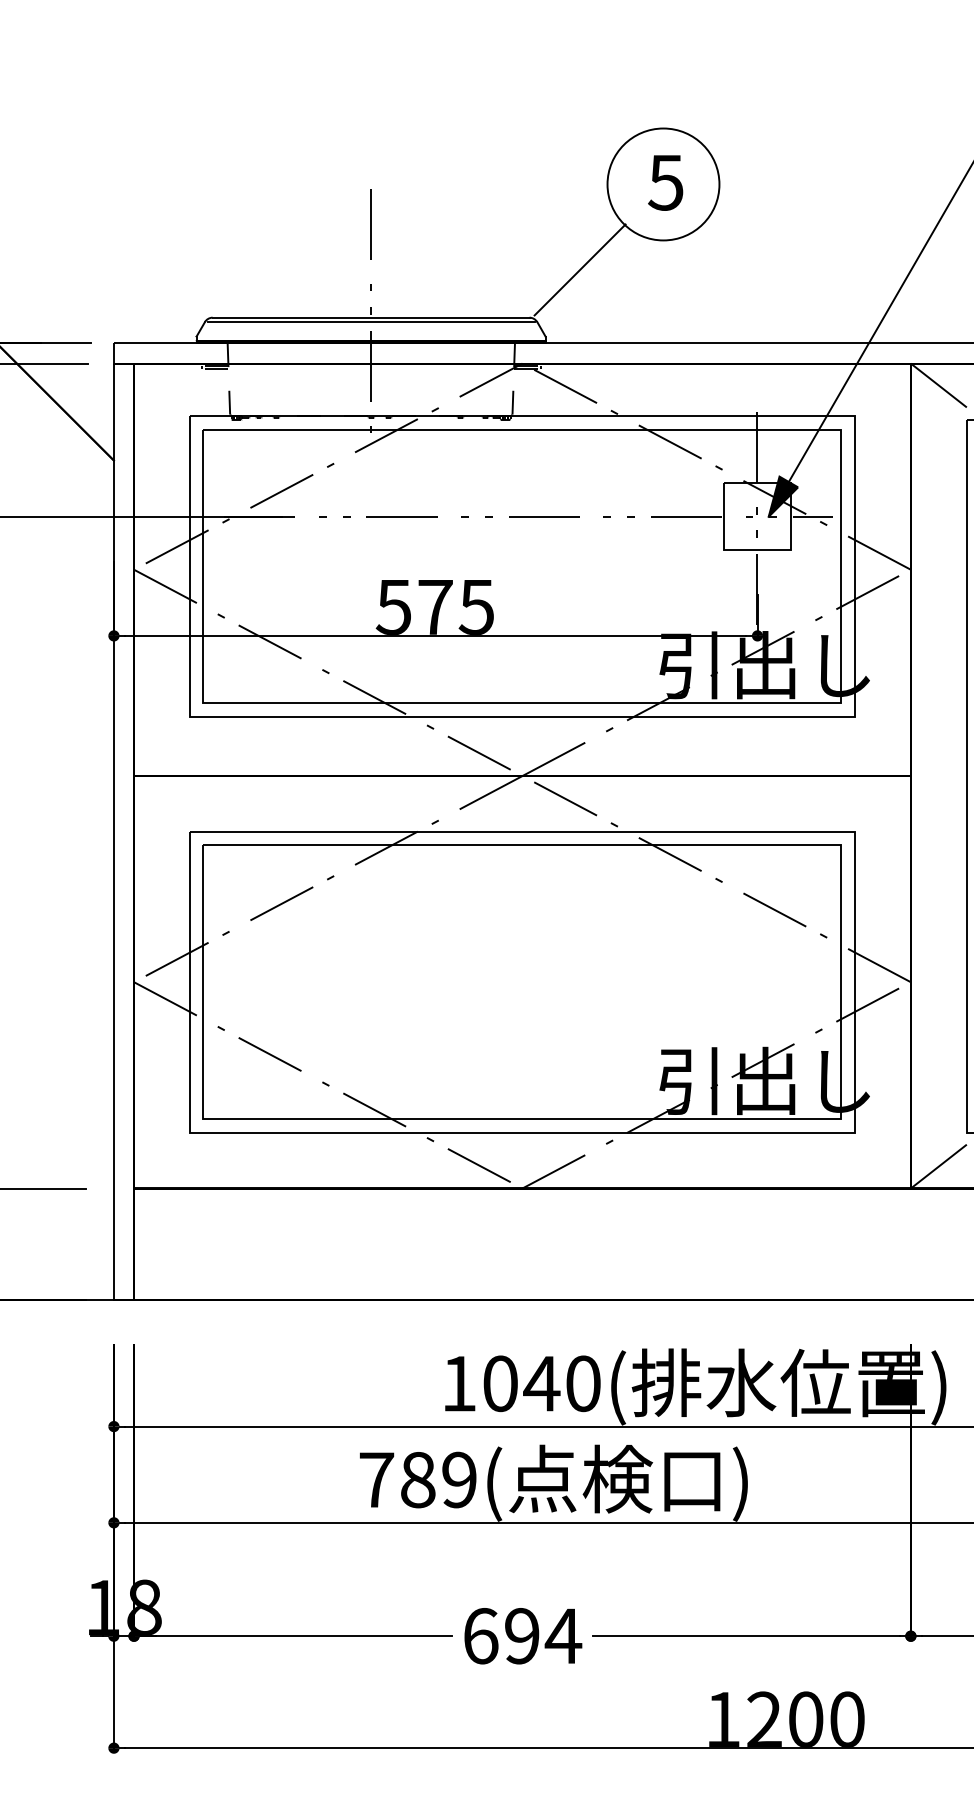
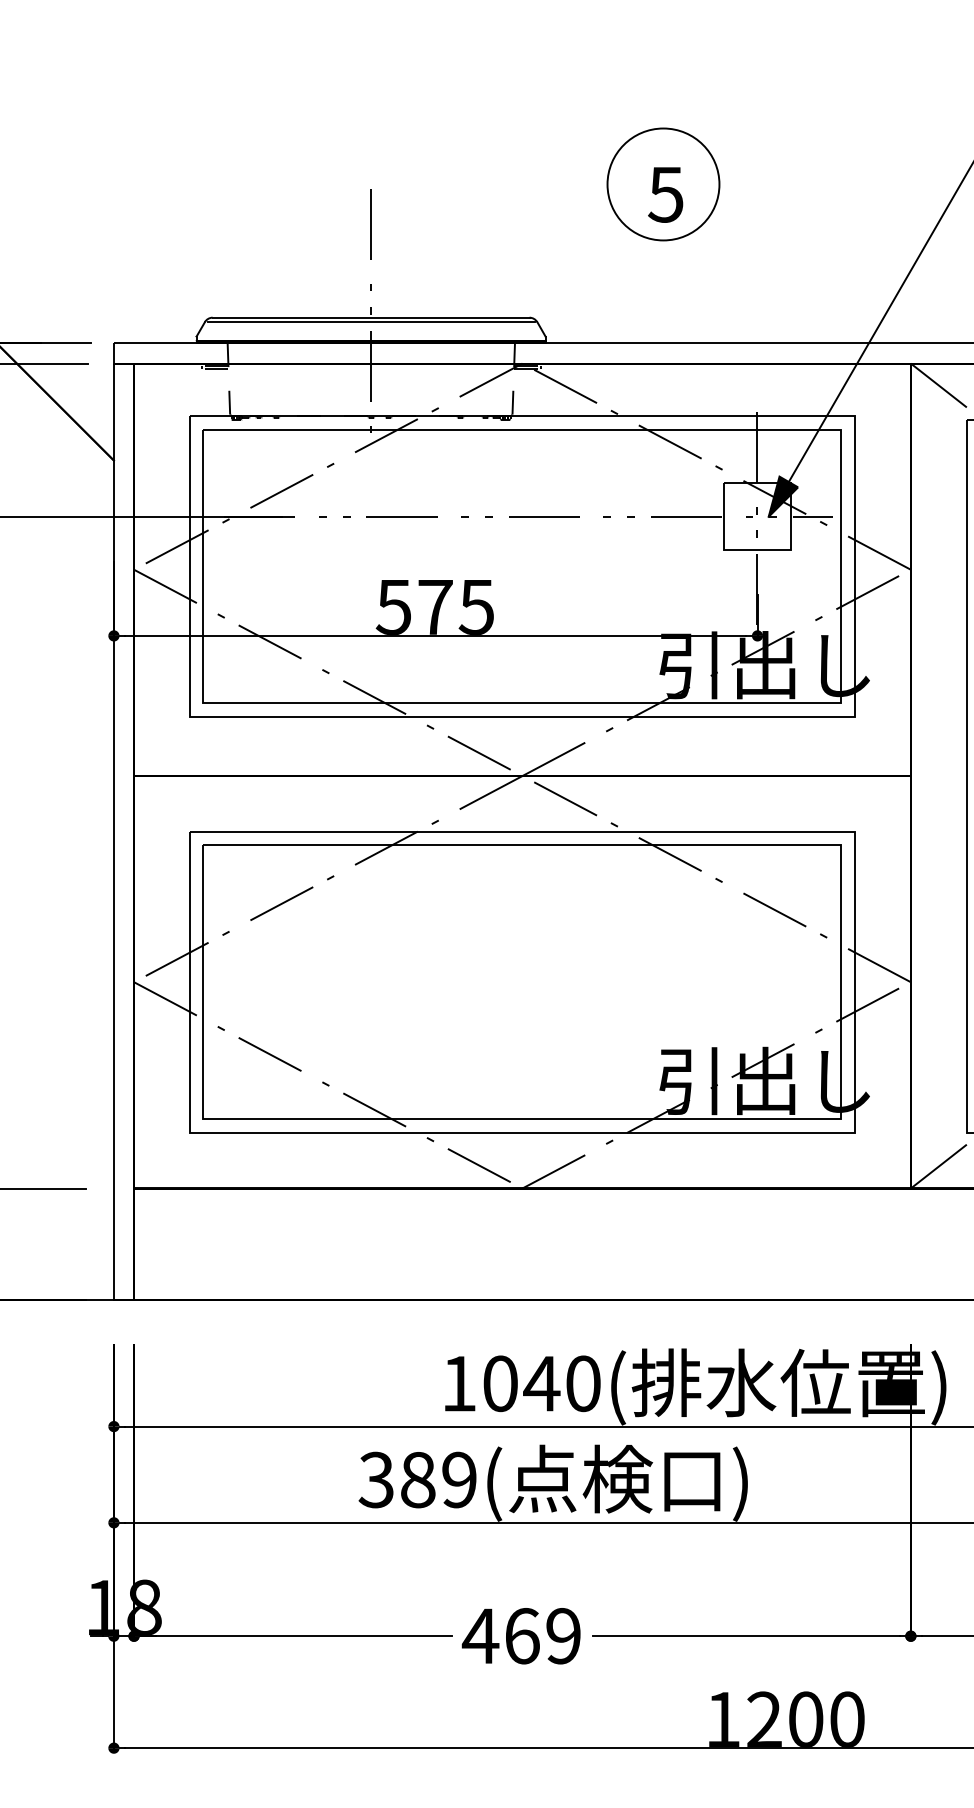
text at (665, 182) position: (665, 182) -> (665, 194)
line at (579, 269): present -> none
text at (376, 1479): 789( -> 389(
text at (521, 1636): 694 -> 469
